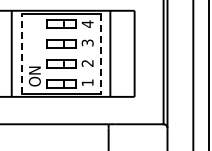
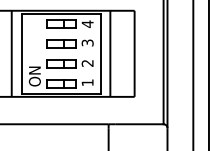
line at (22, 53): dashed -> solid
line at (100, 53): dashed -> solid
